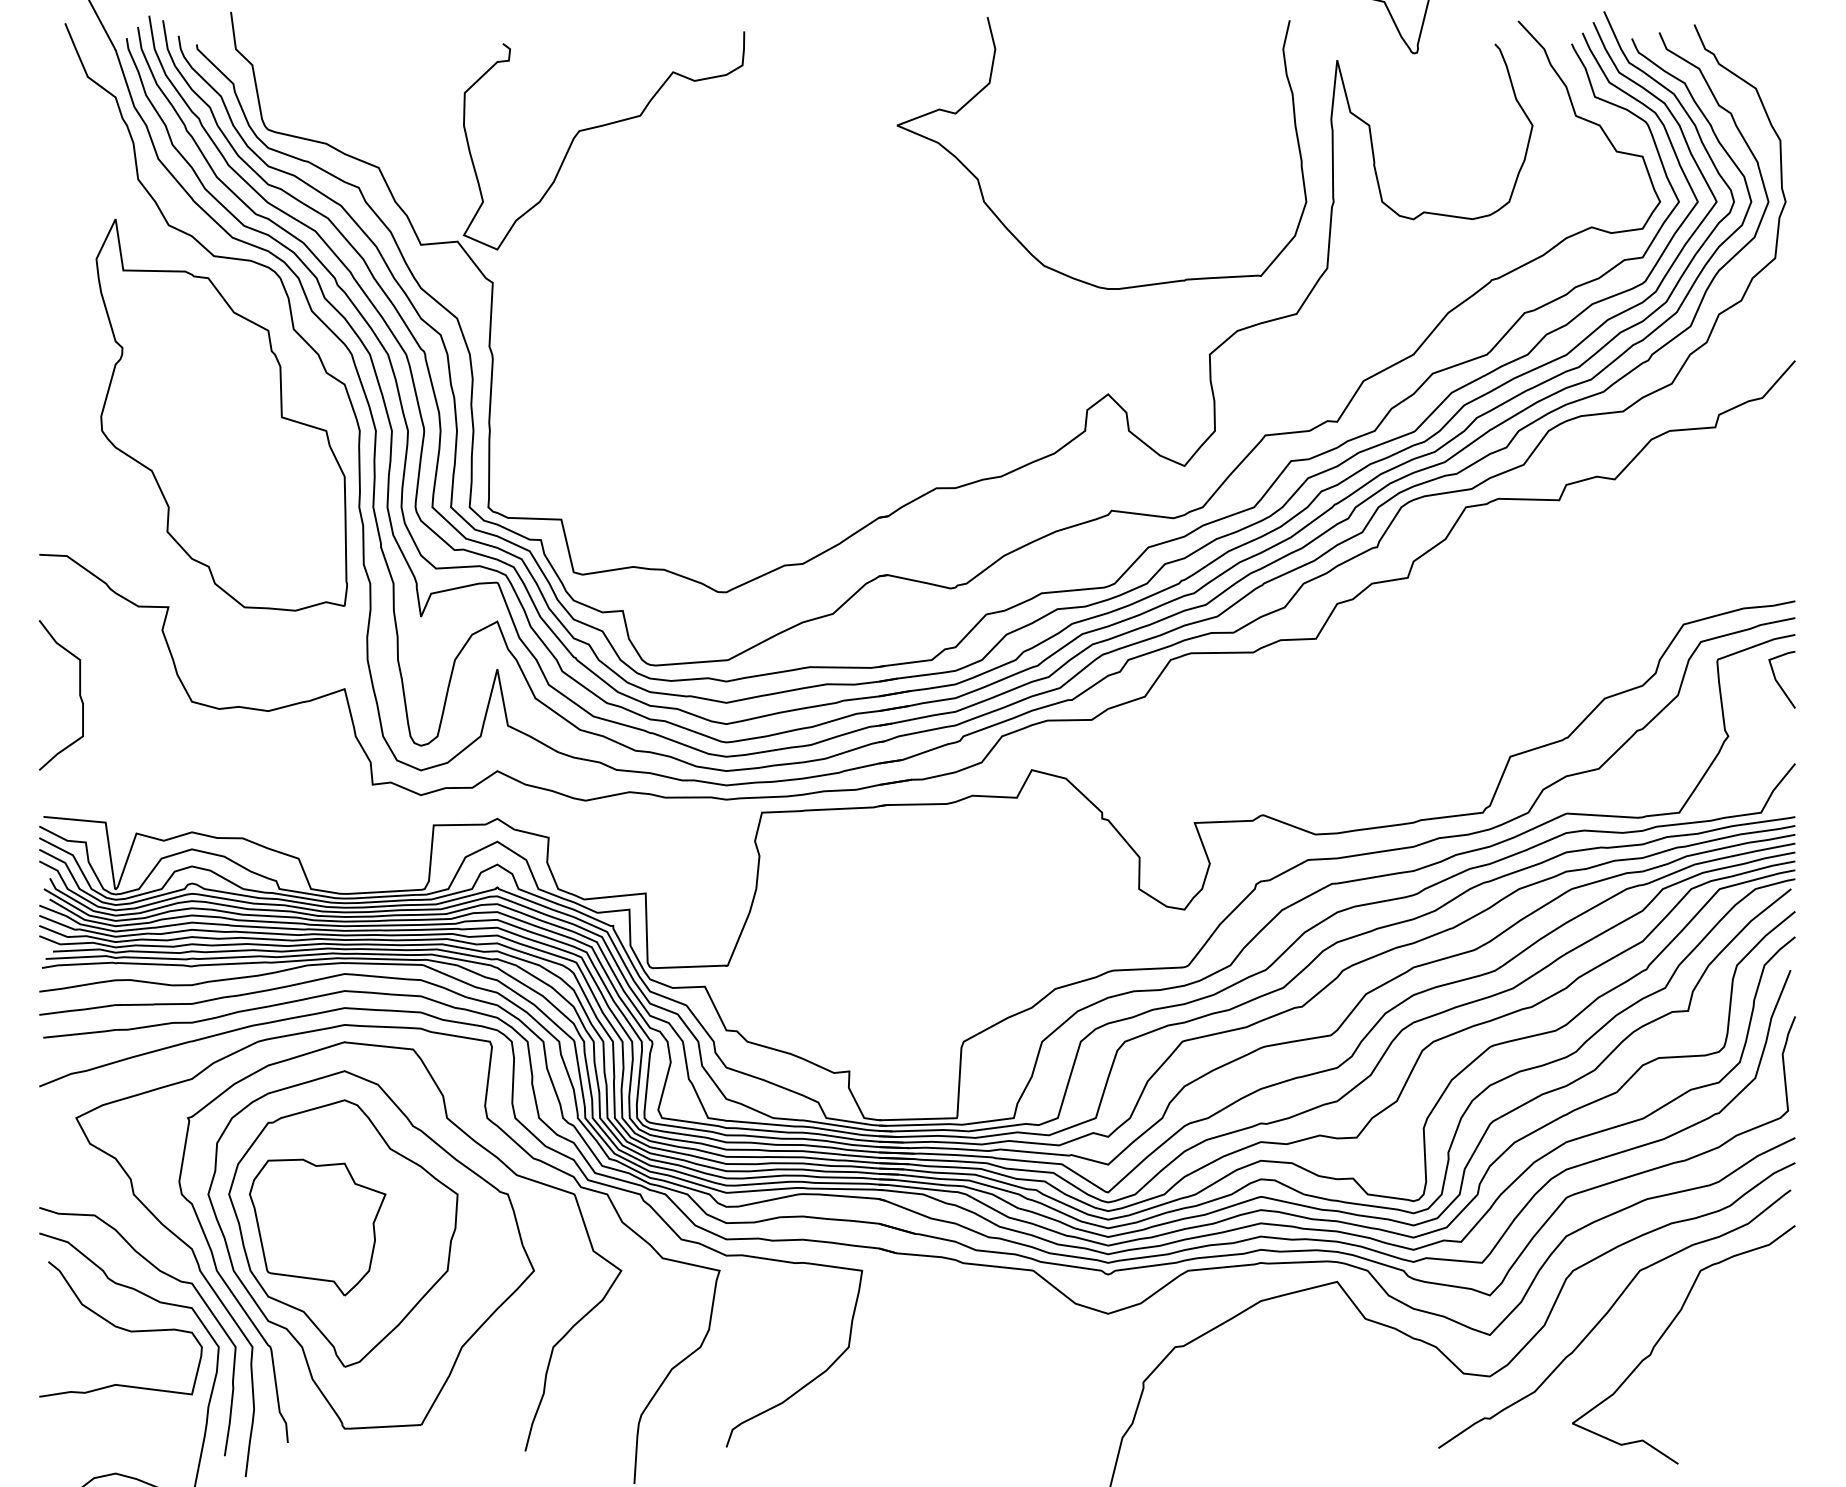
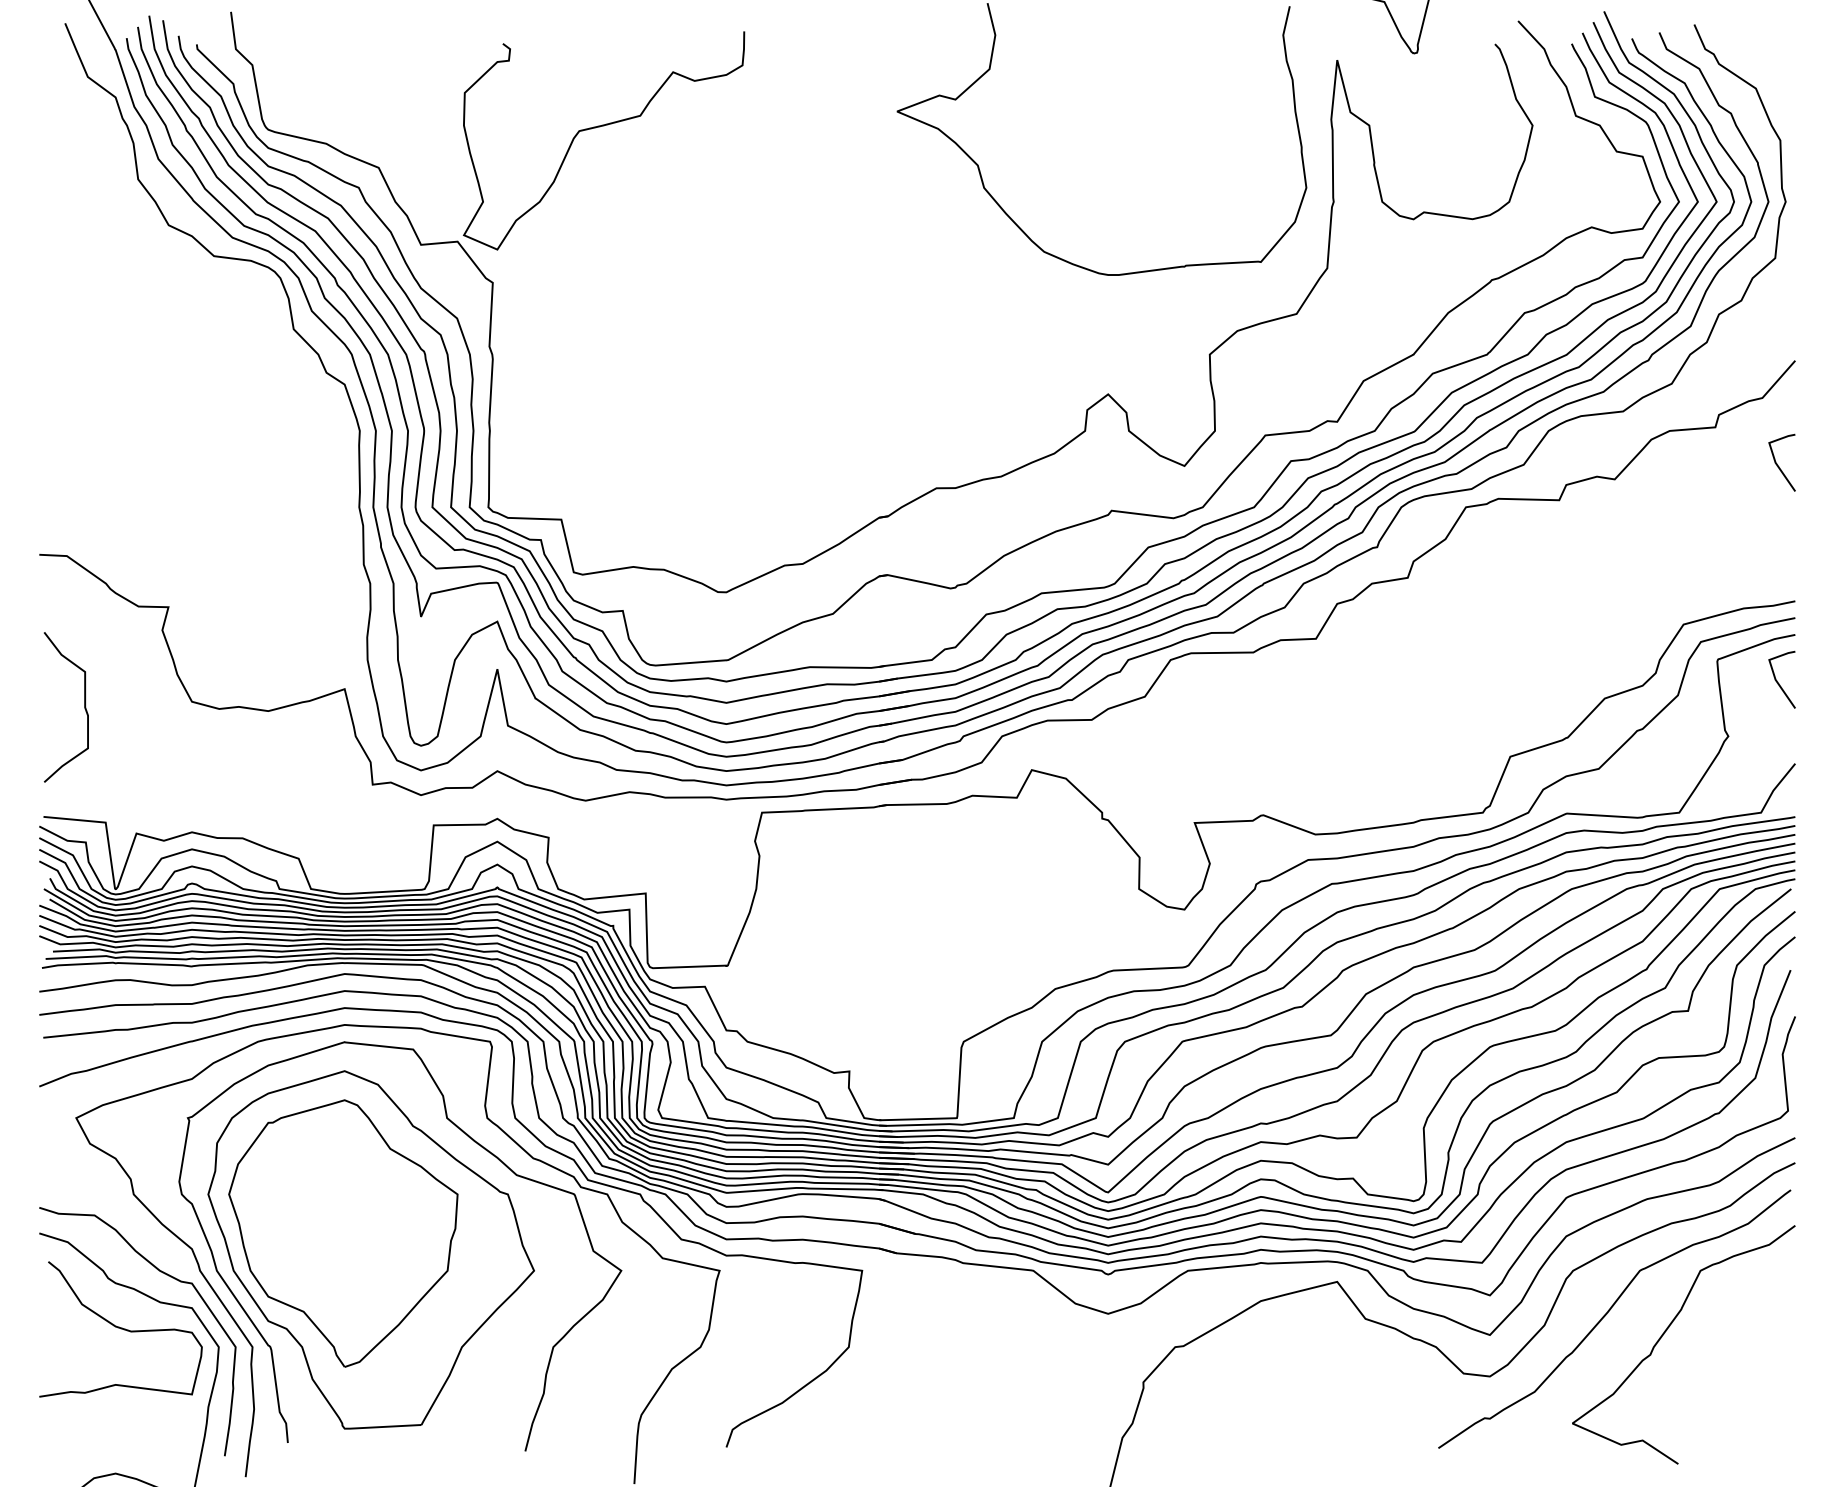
curve at (1010, 230) position: (1010, 230) -> (1010, 216)
part at (221, 414): present -> none
line at (1777, 463): none -> present
curve at (79, 695) position: (79, 695) -> (84, 707)
part at (317, 1227): present -> none
